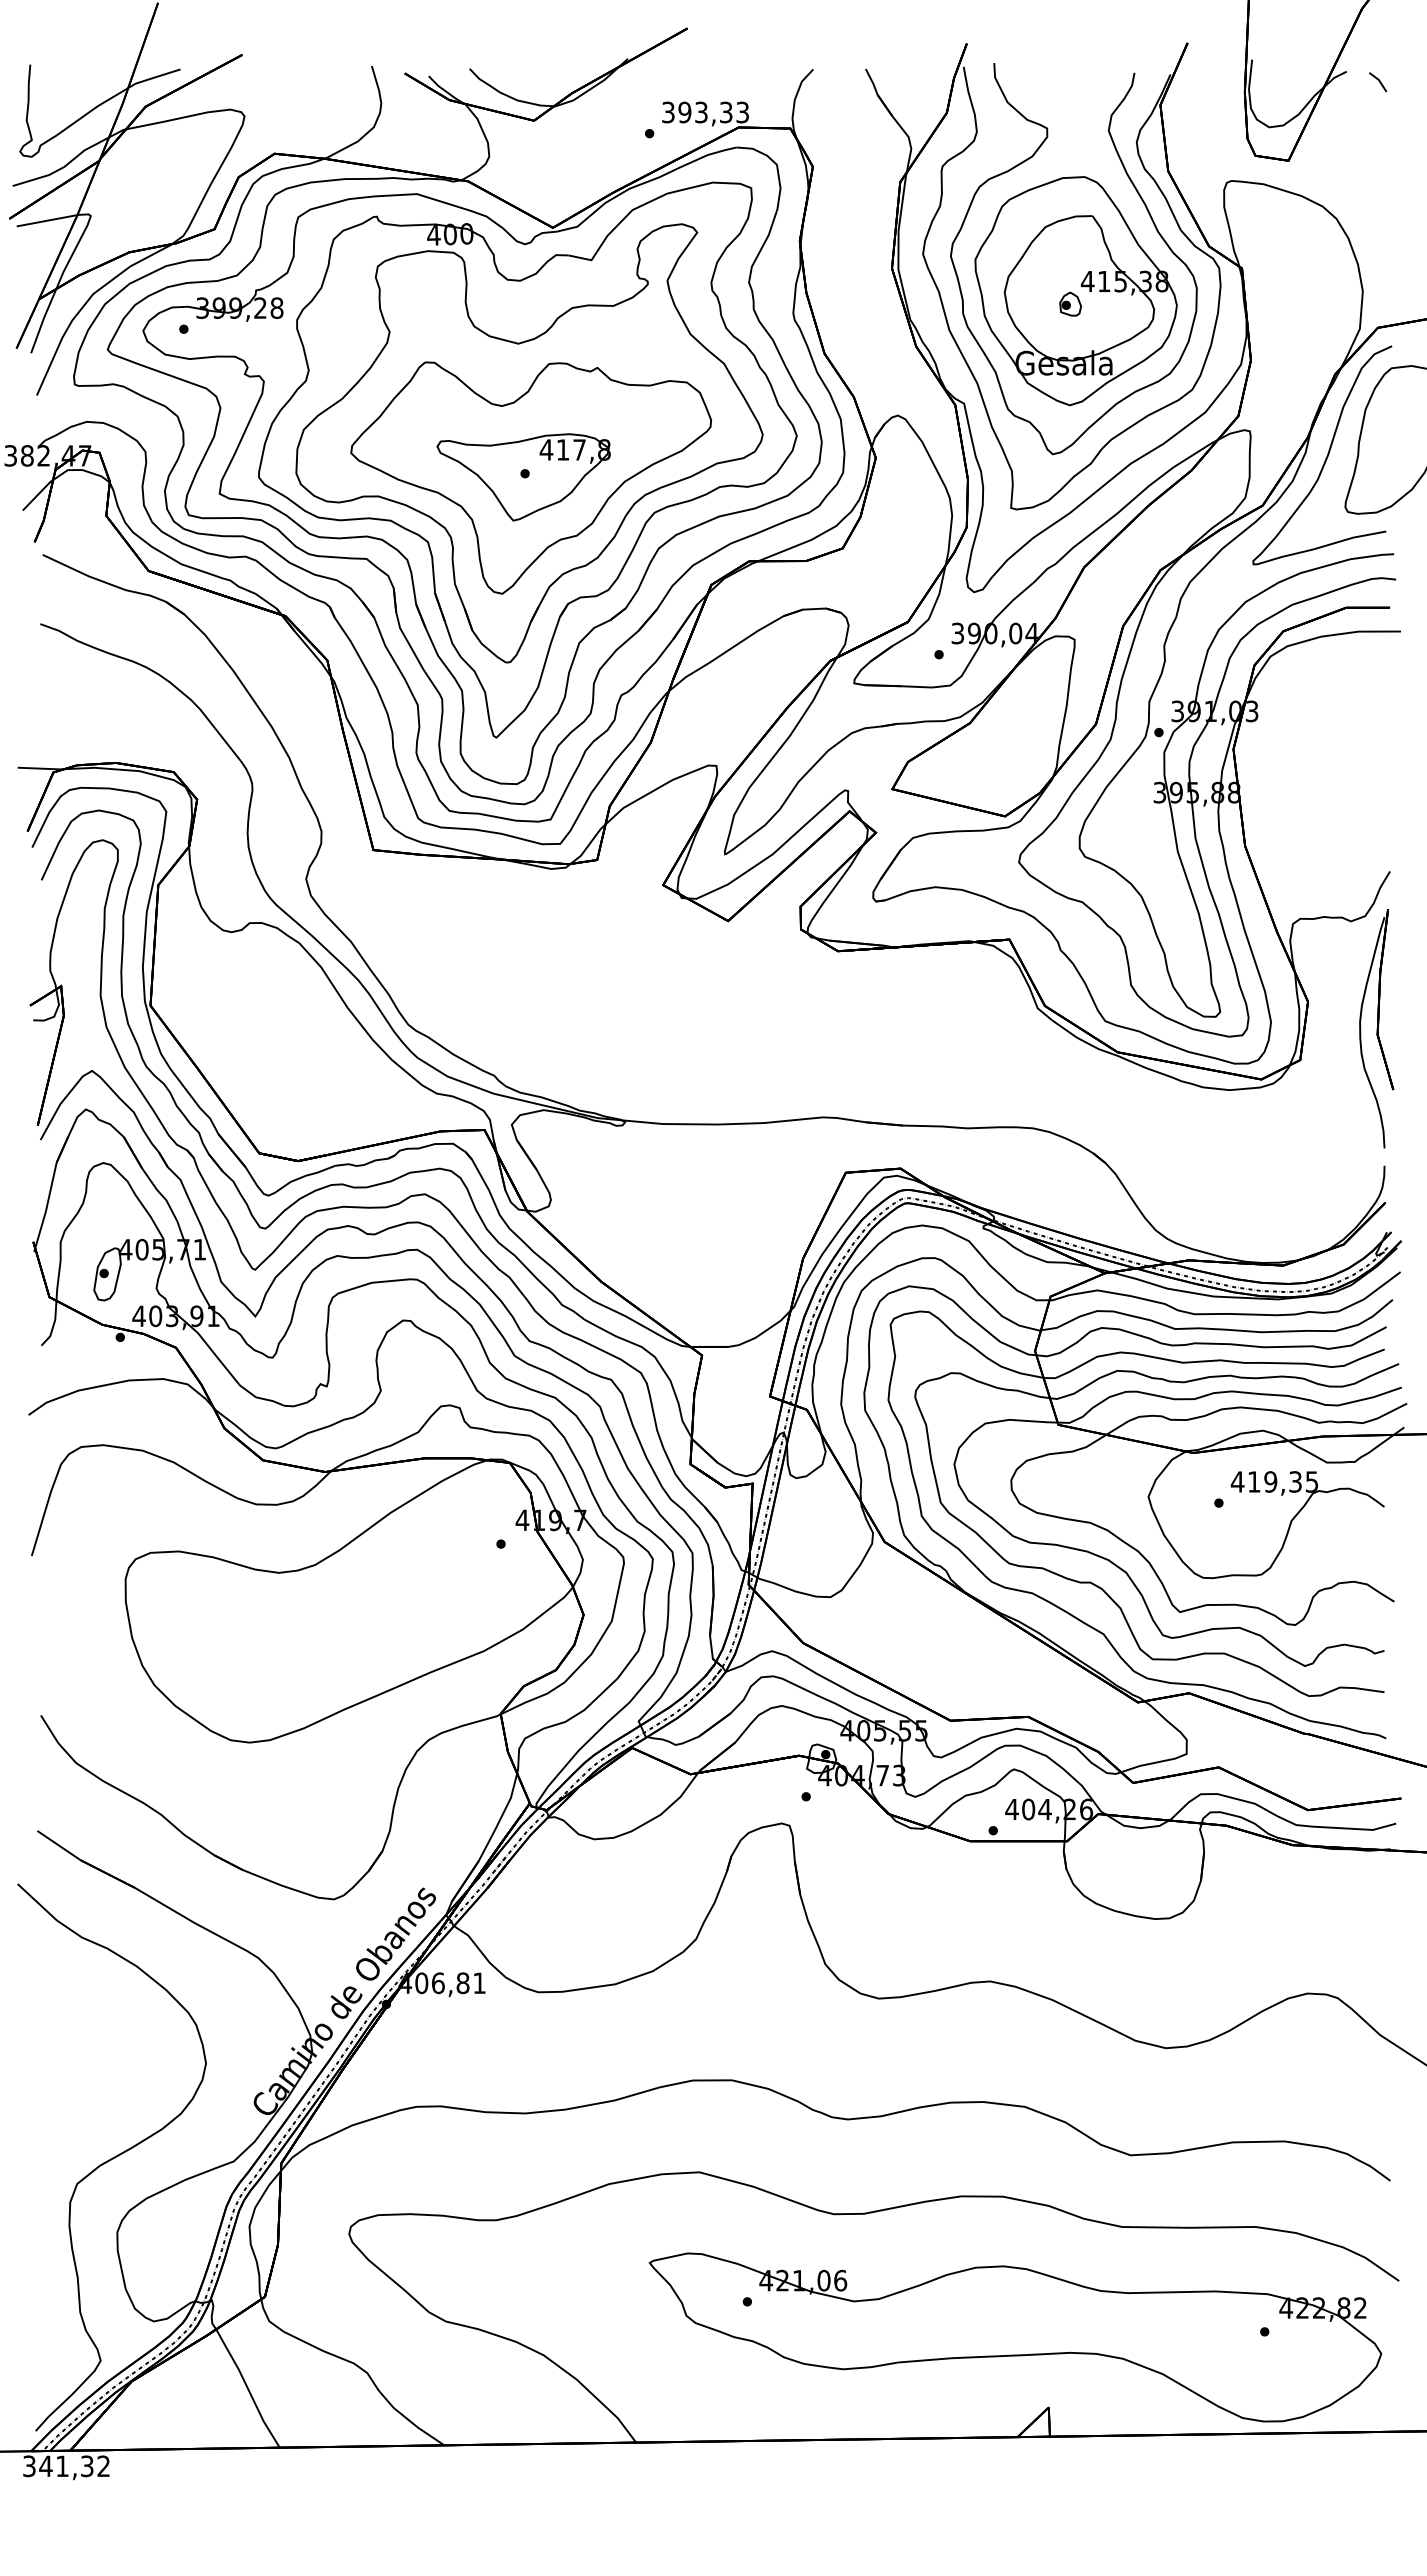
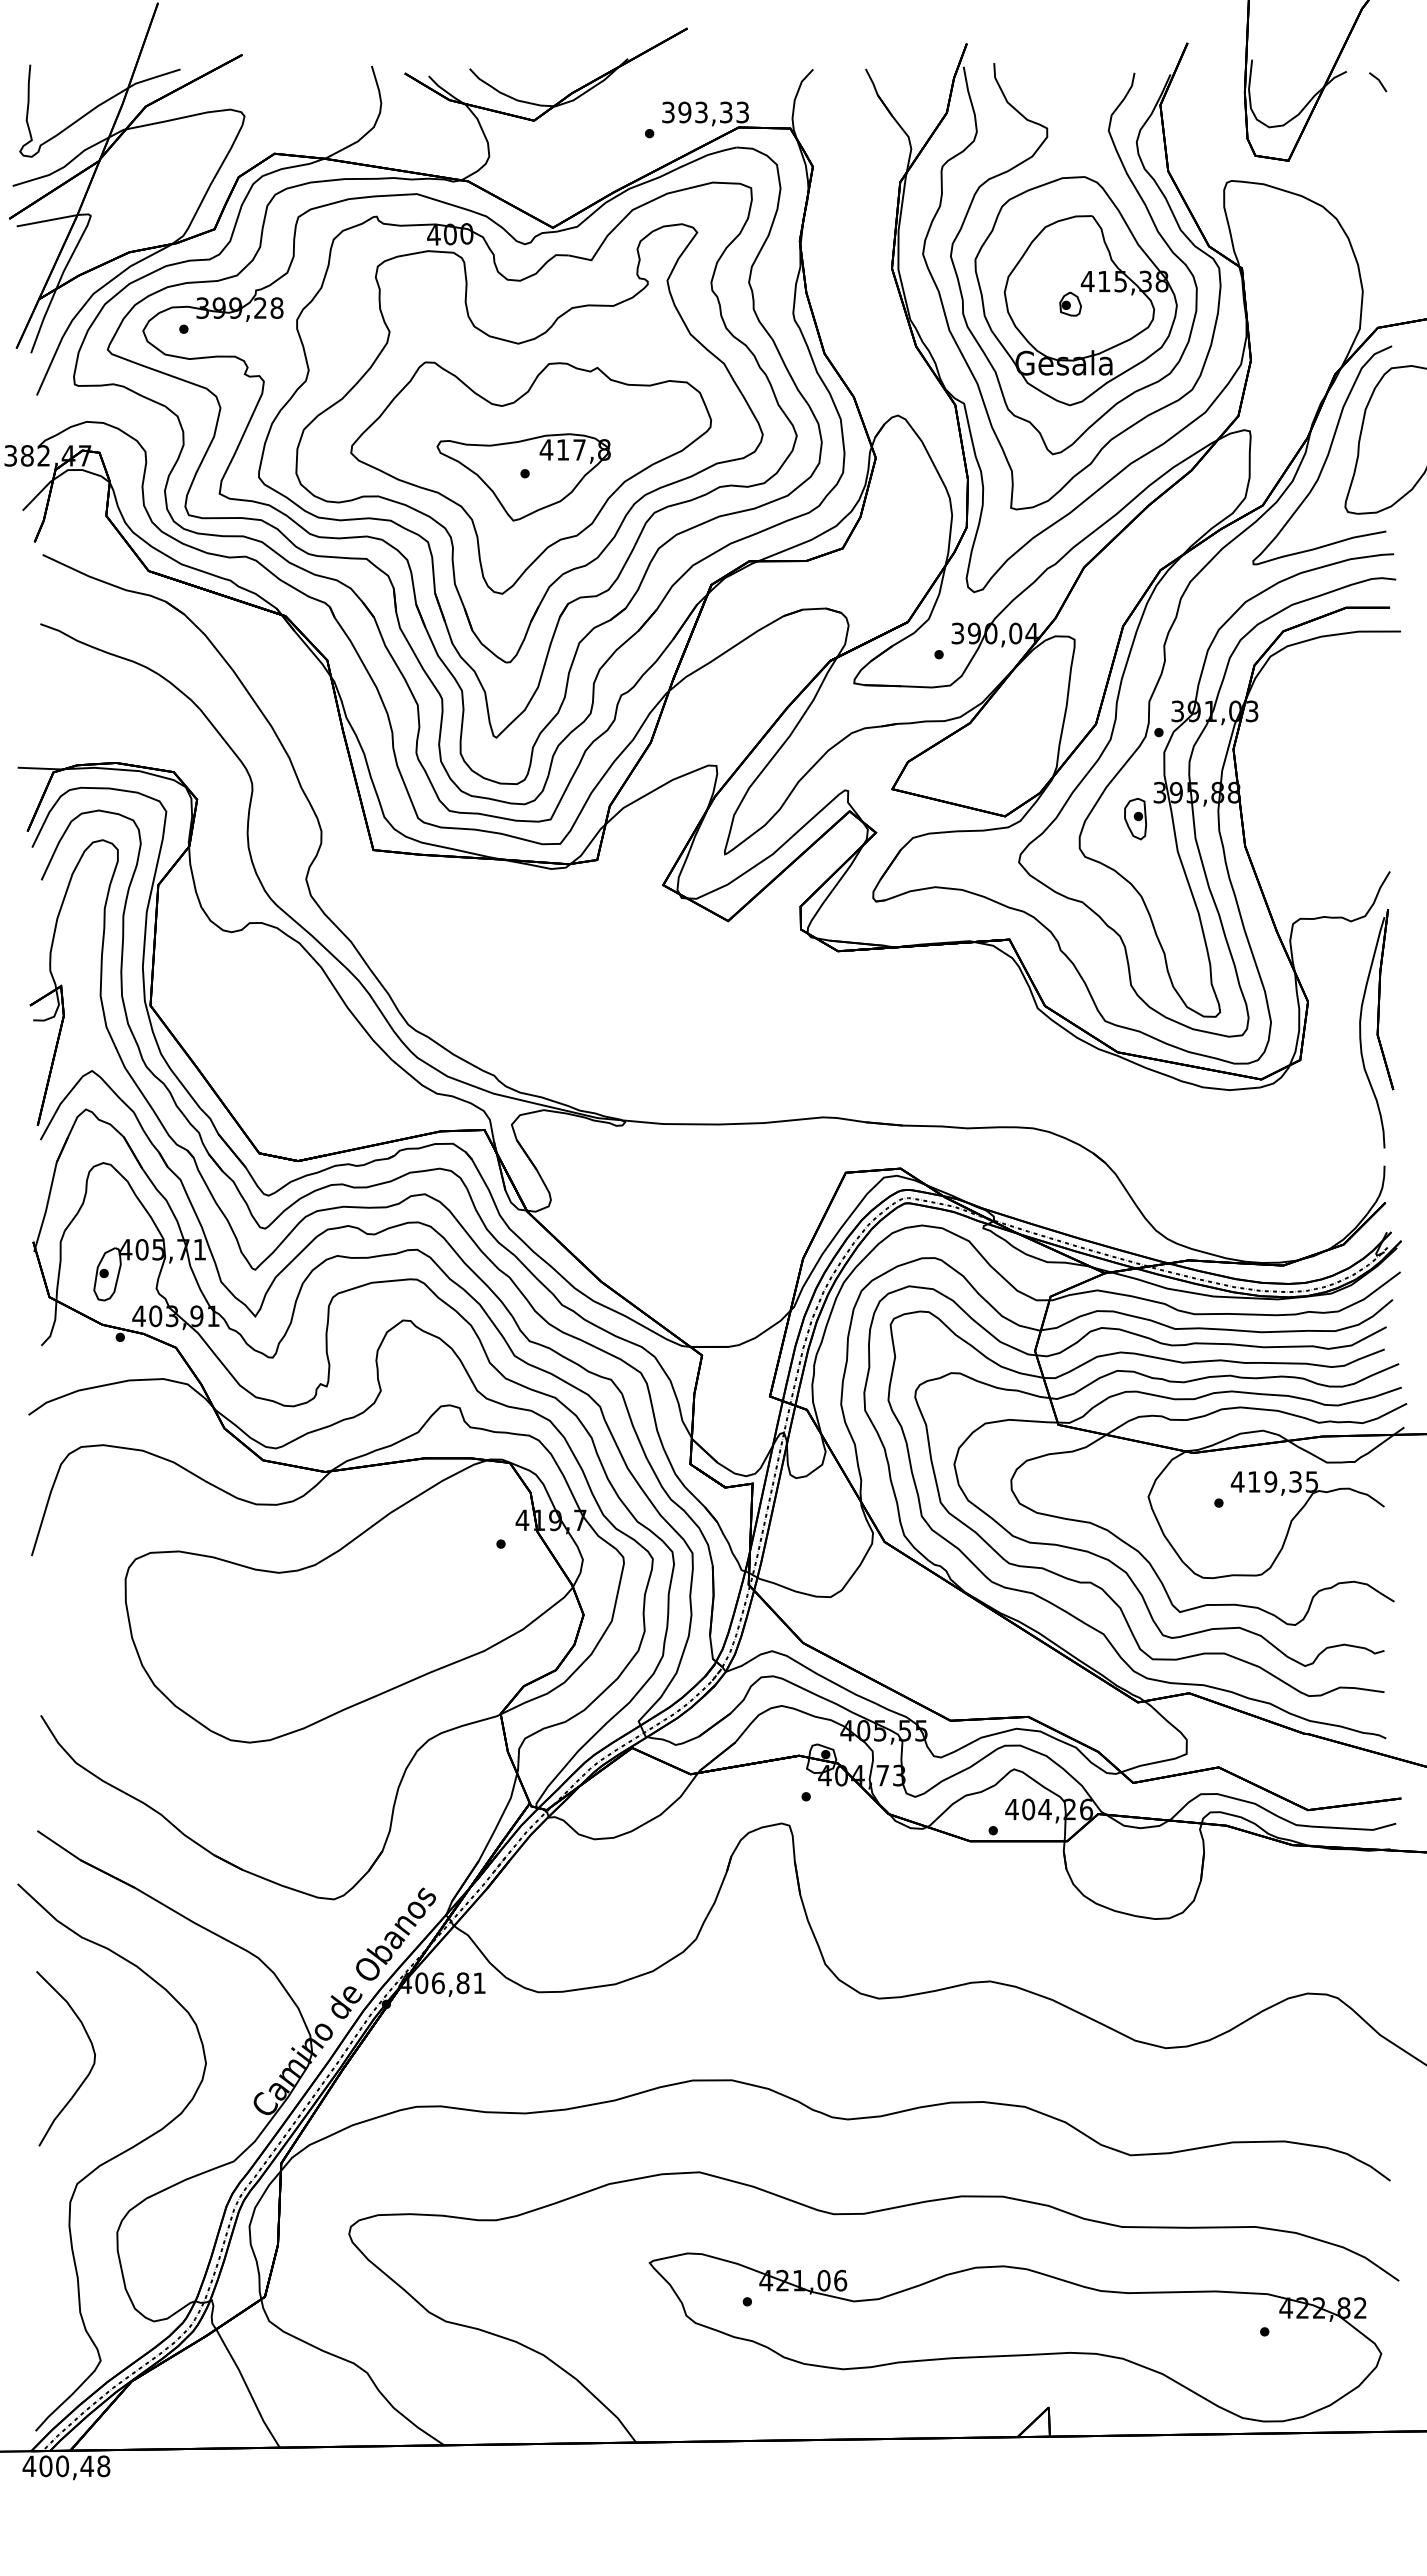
part at (1135, 819): none -> present
curve at (89, 2070): none -> present
text at (66, 2466): 341,32 -> 400,48
